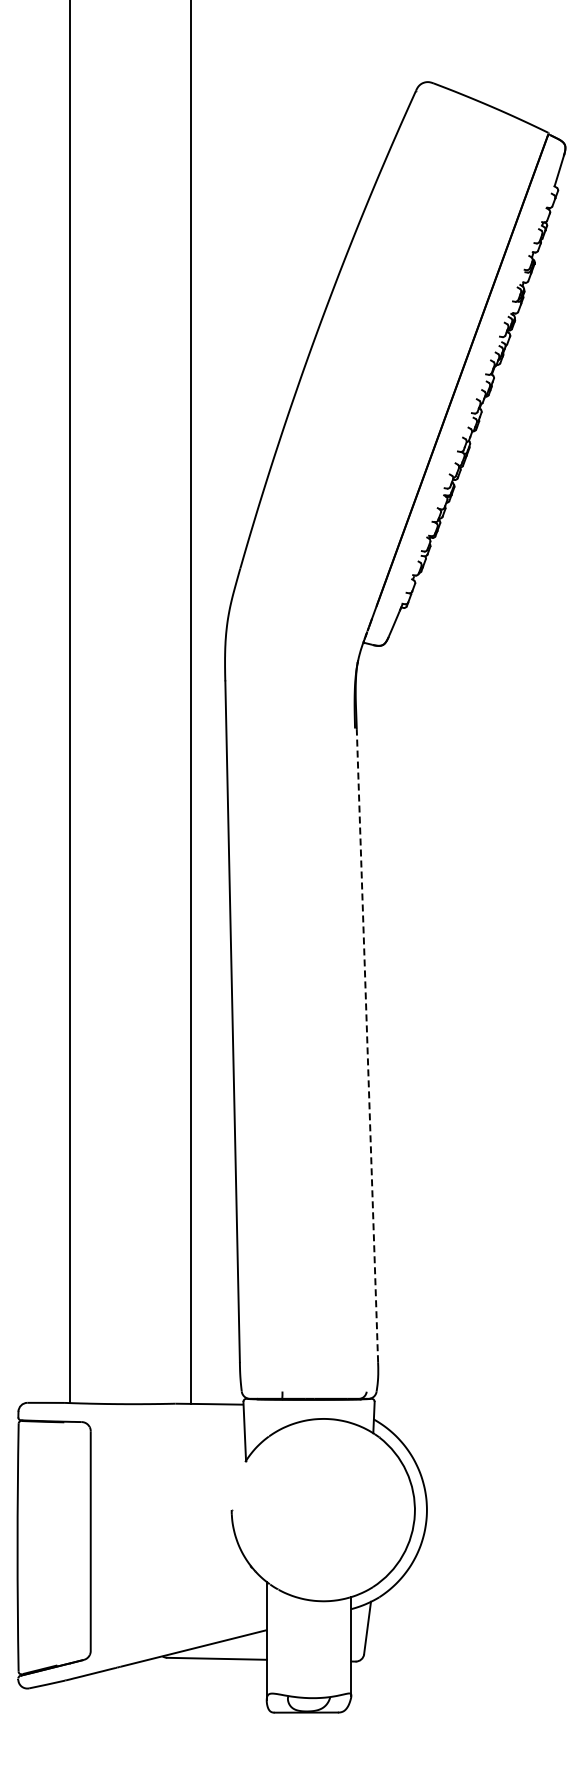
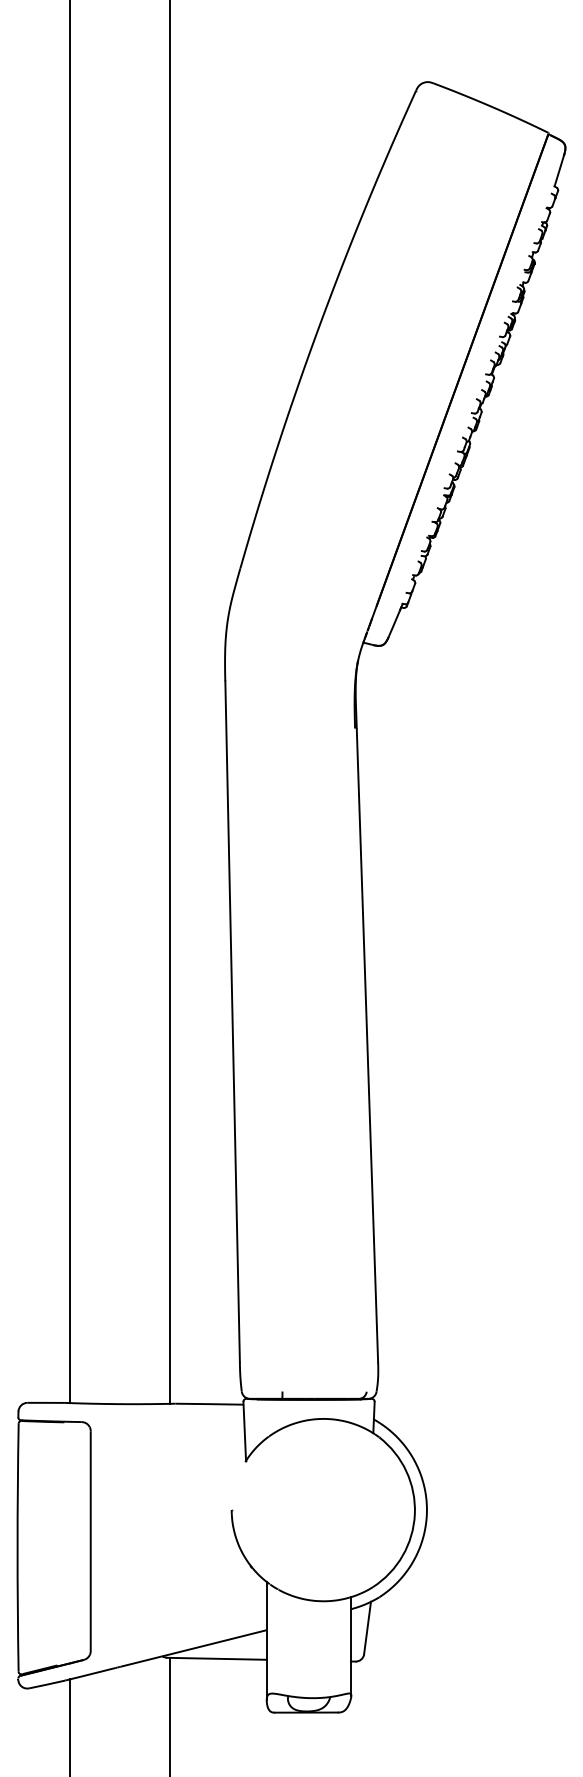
line at (191, 702) position: (191, 702) -> (170, 702)
line at (367, 1045): dashed -> solid
line at (170, 1715): none -> present
line at (69, 1726): none -> present
